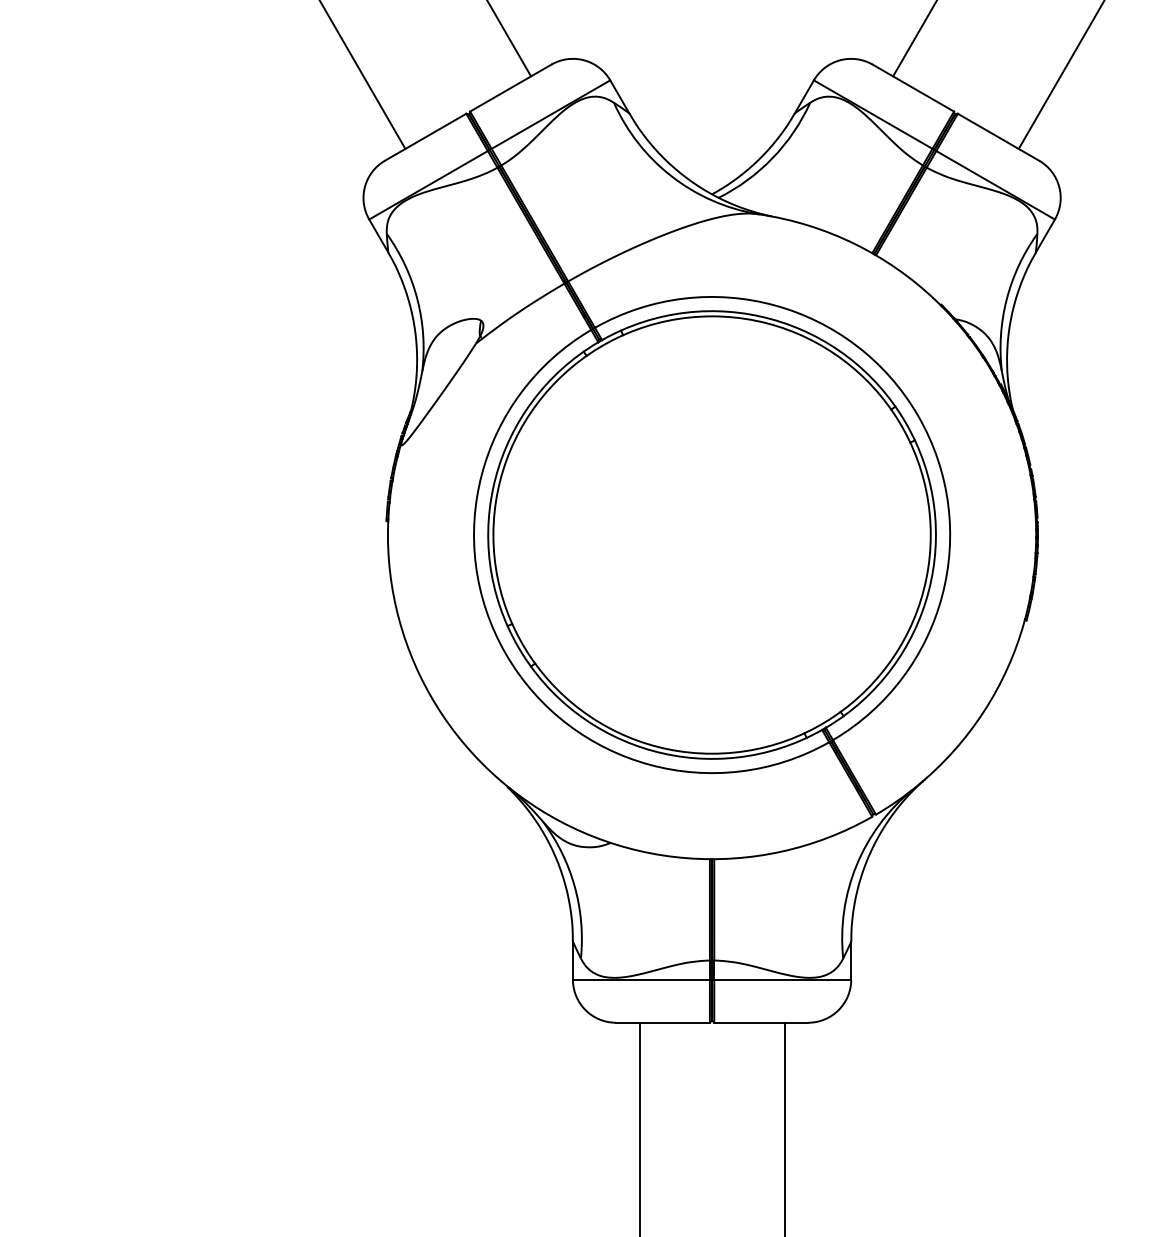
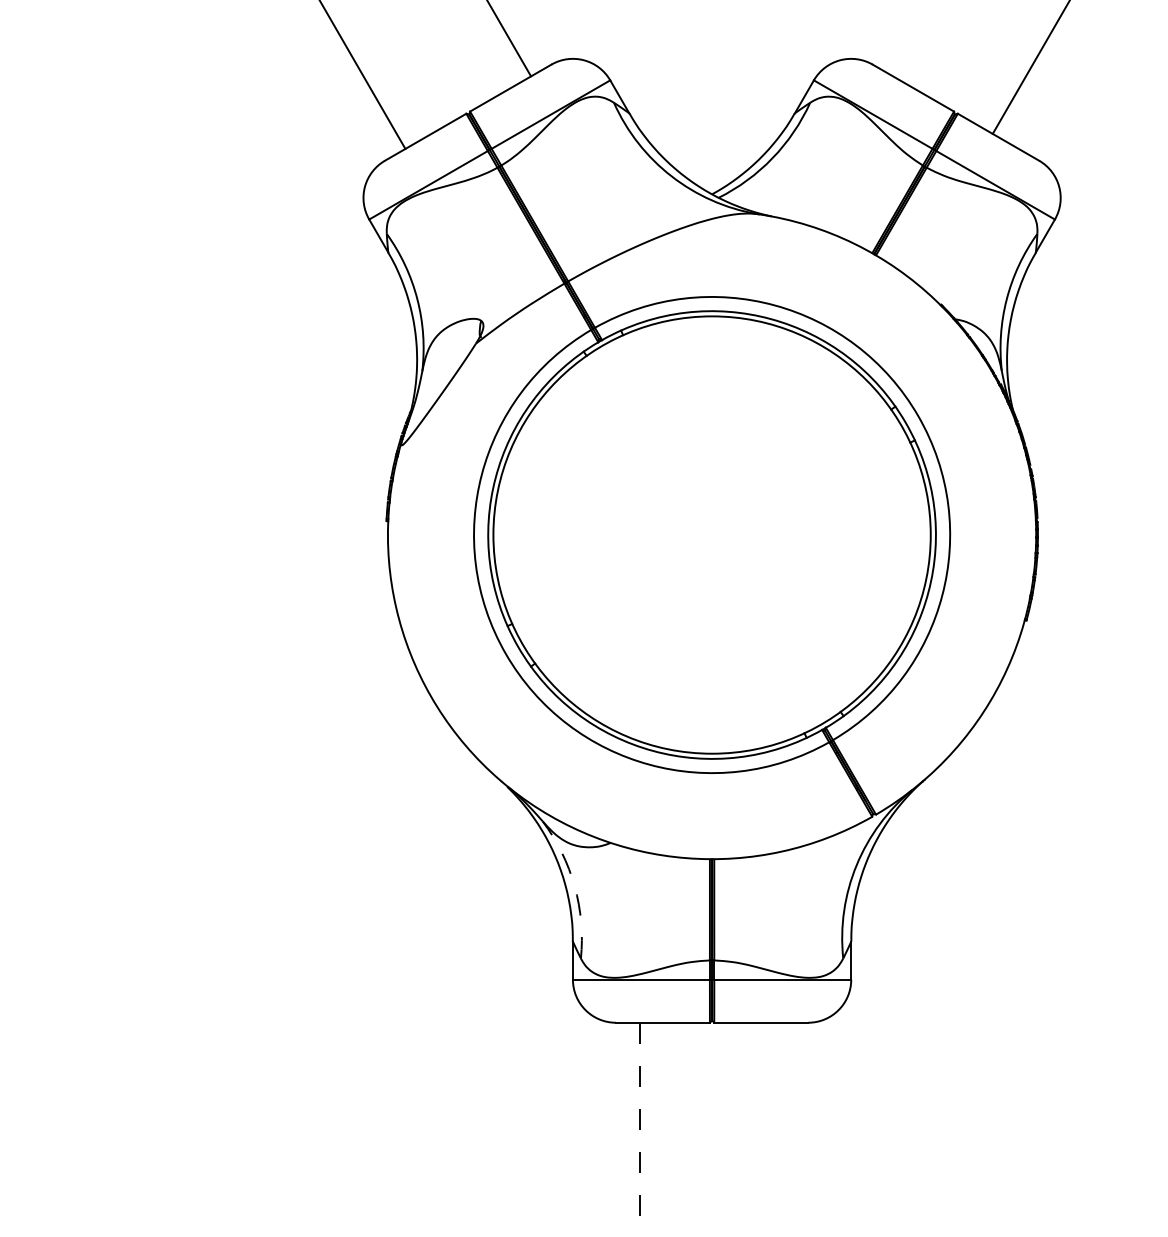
line at (914, 39): present -> none
line at (1060, 75) position: (1060, 75) -> (1030, 67)
arc at (574, 886): solid -> dashed
line at (784, 1127): present -> none
line at (639, 1129): solid -> dashed
